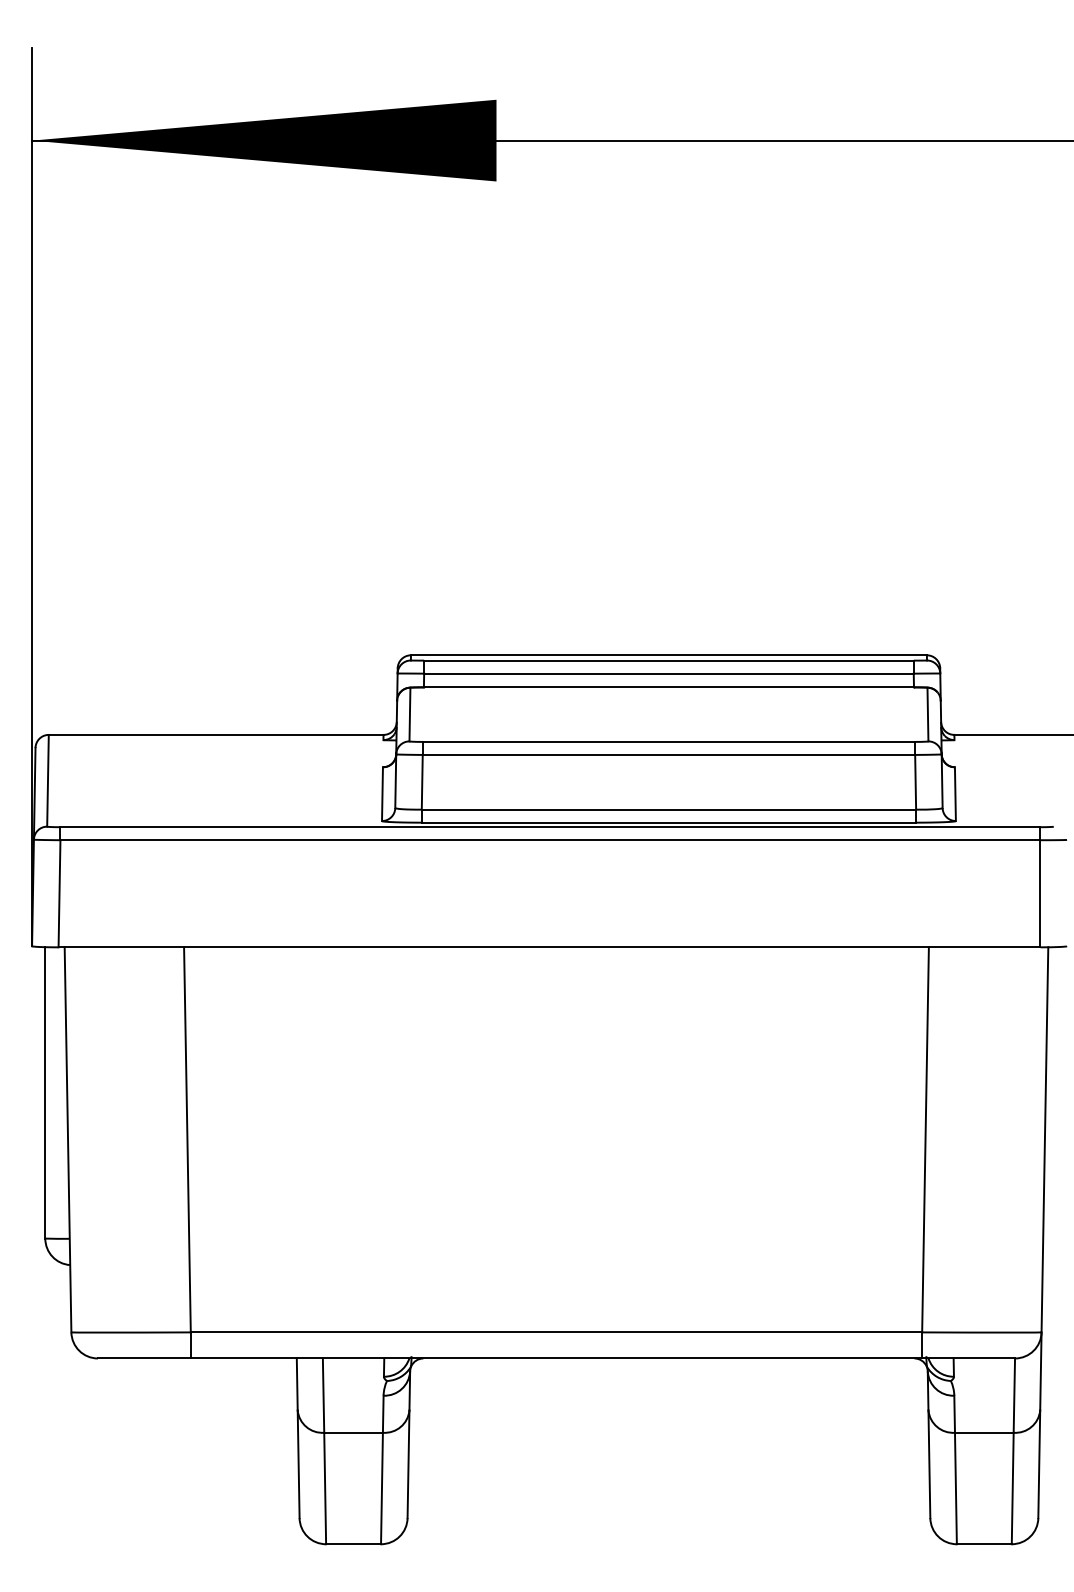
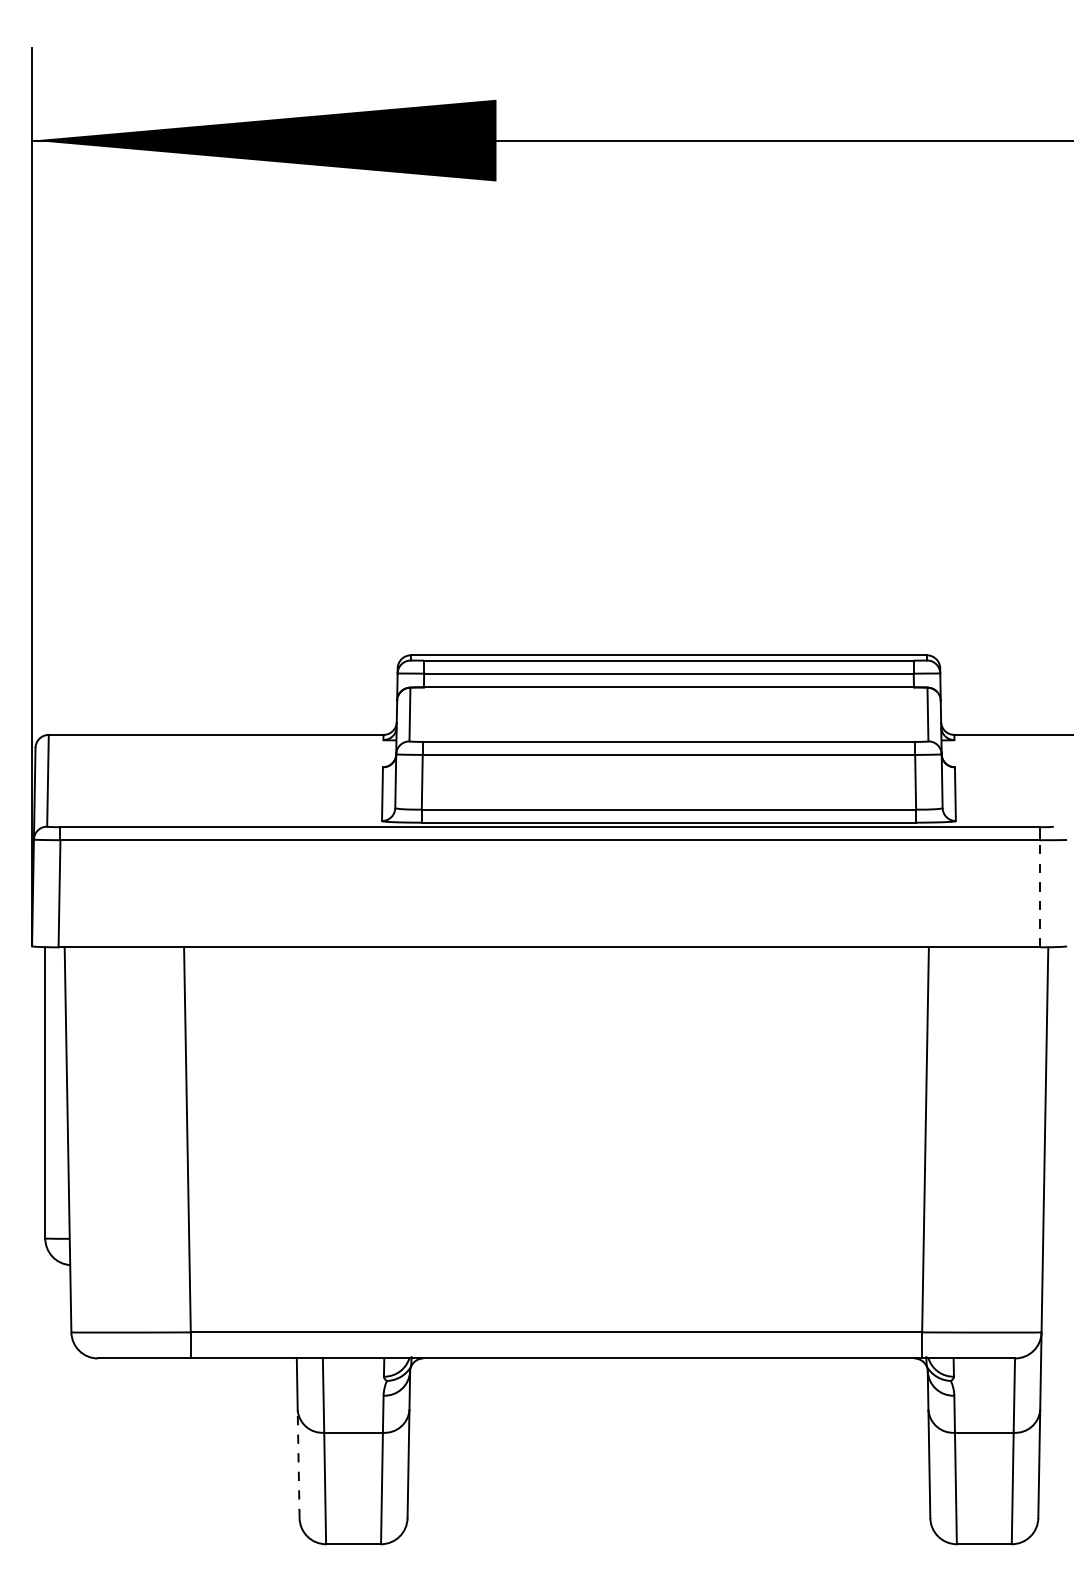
line at (1040, 893): solid -> dashed
line at (298, 1464): solid -> dashed
